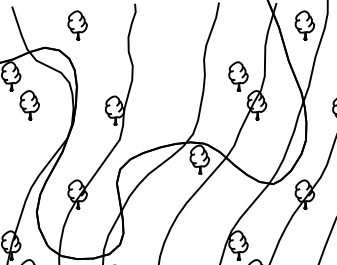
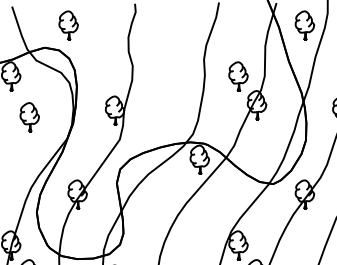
part at (77, 25) position: (77, 25) -> (68, 25)
part at (29, 105) position: (29, 105) -> (29, 117)
